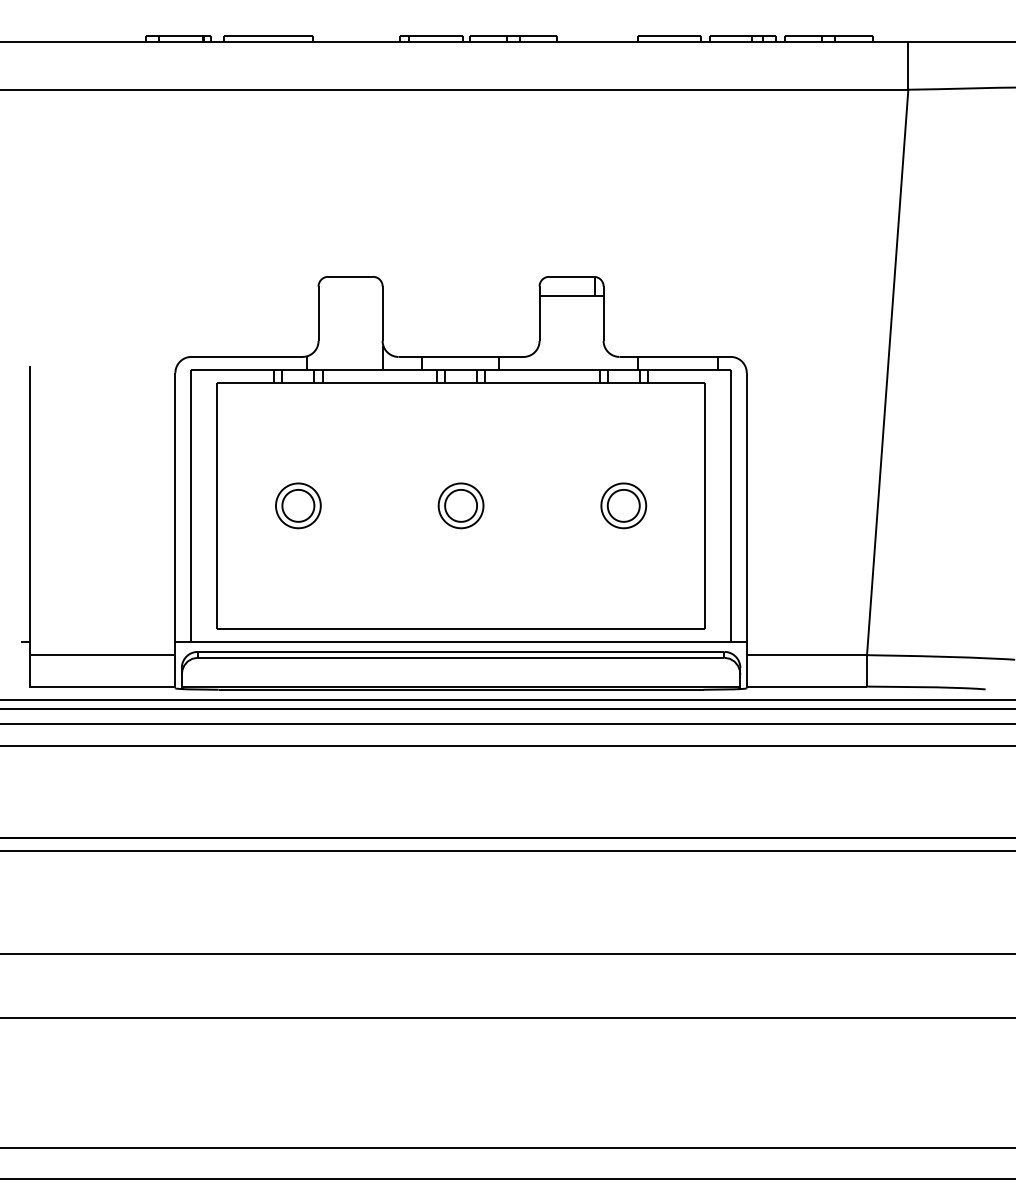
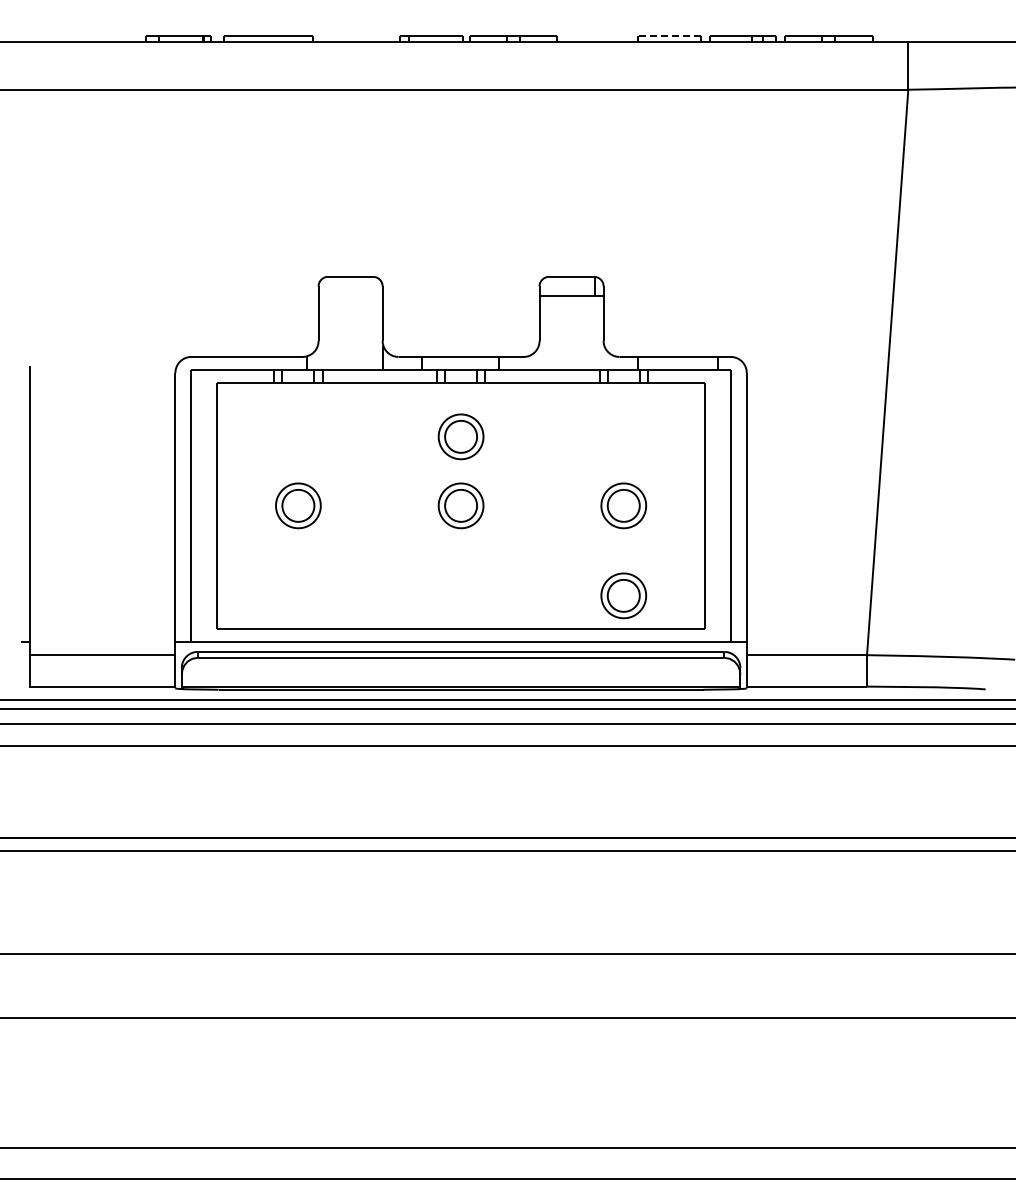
line at (669, 35): solid -> dashed
part at (460, 436): none -> present
part at (623, 595): none -> present
